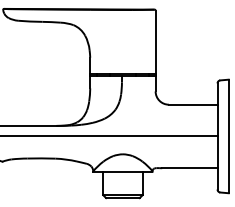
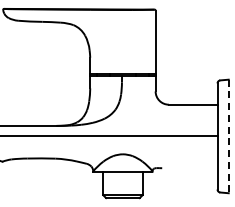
line at (228, 136): solid -> dashed
line at (189, 168): present -> none
